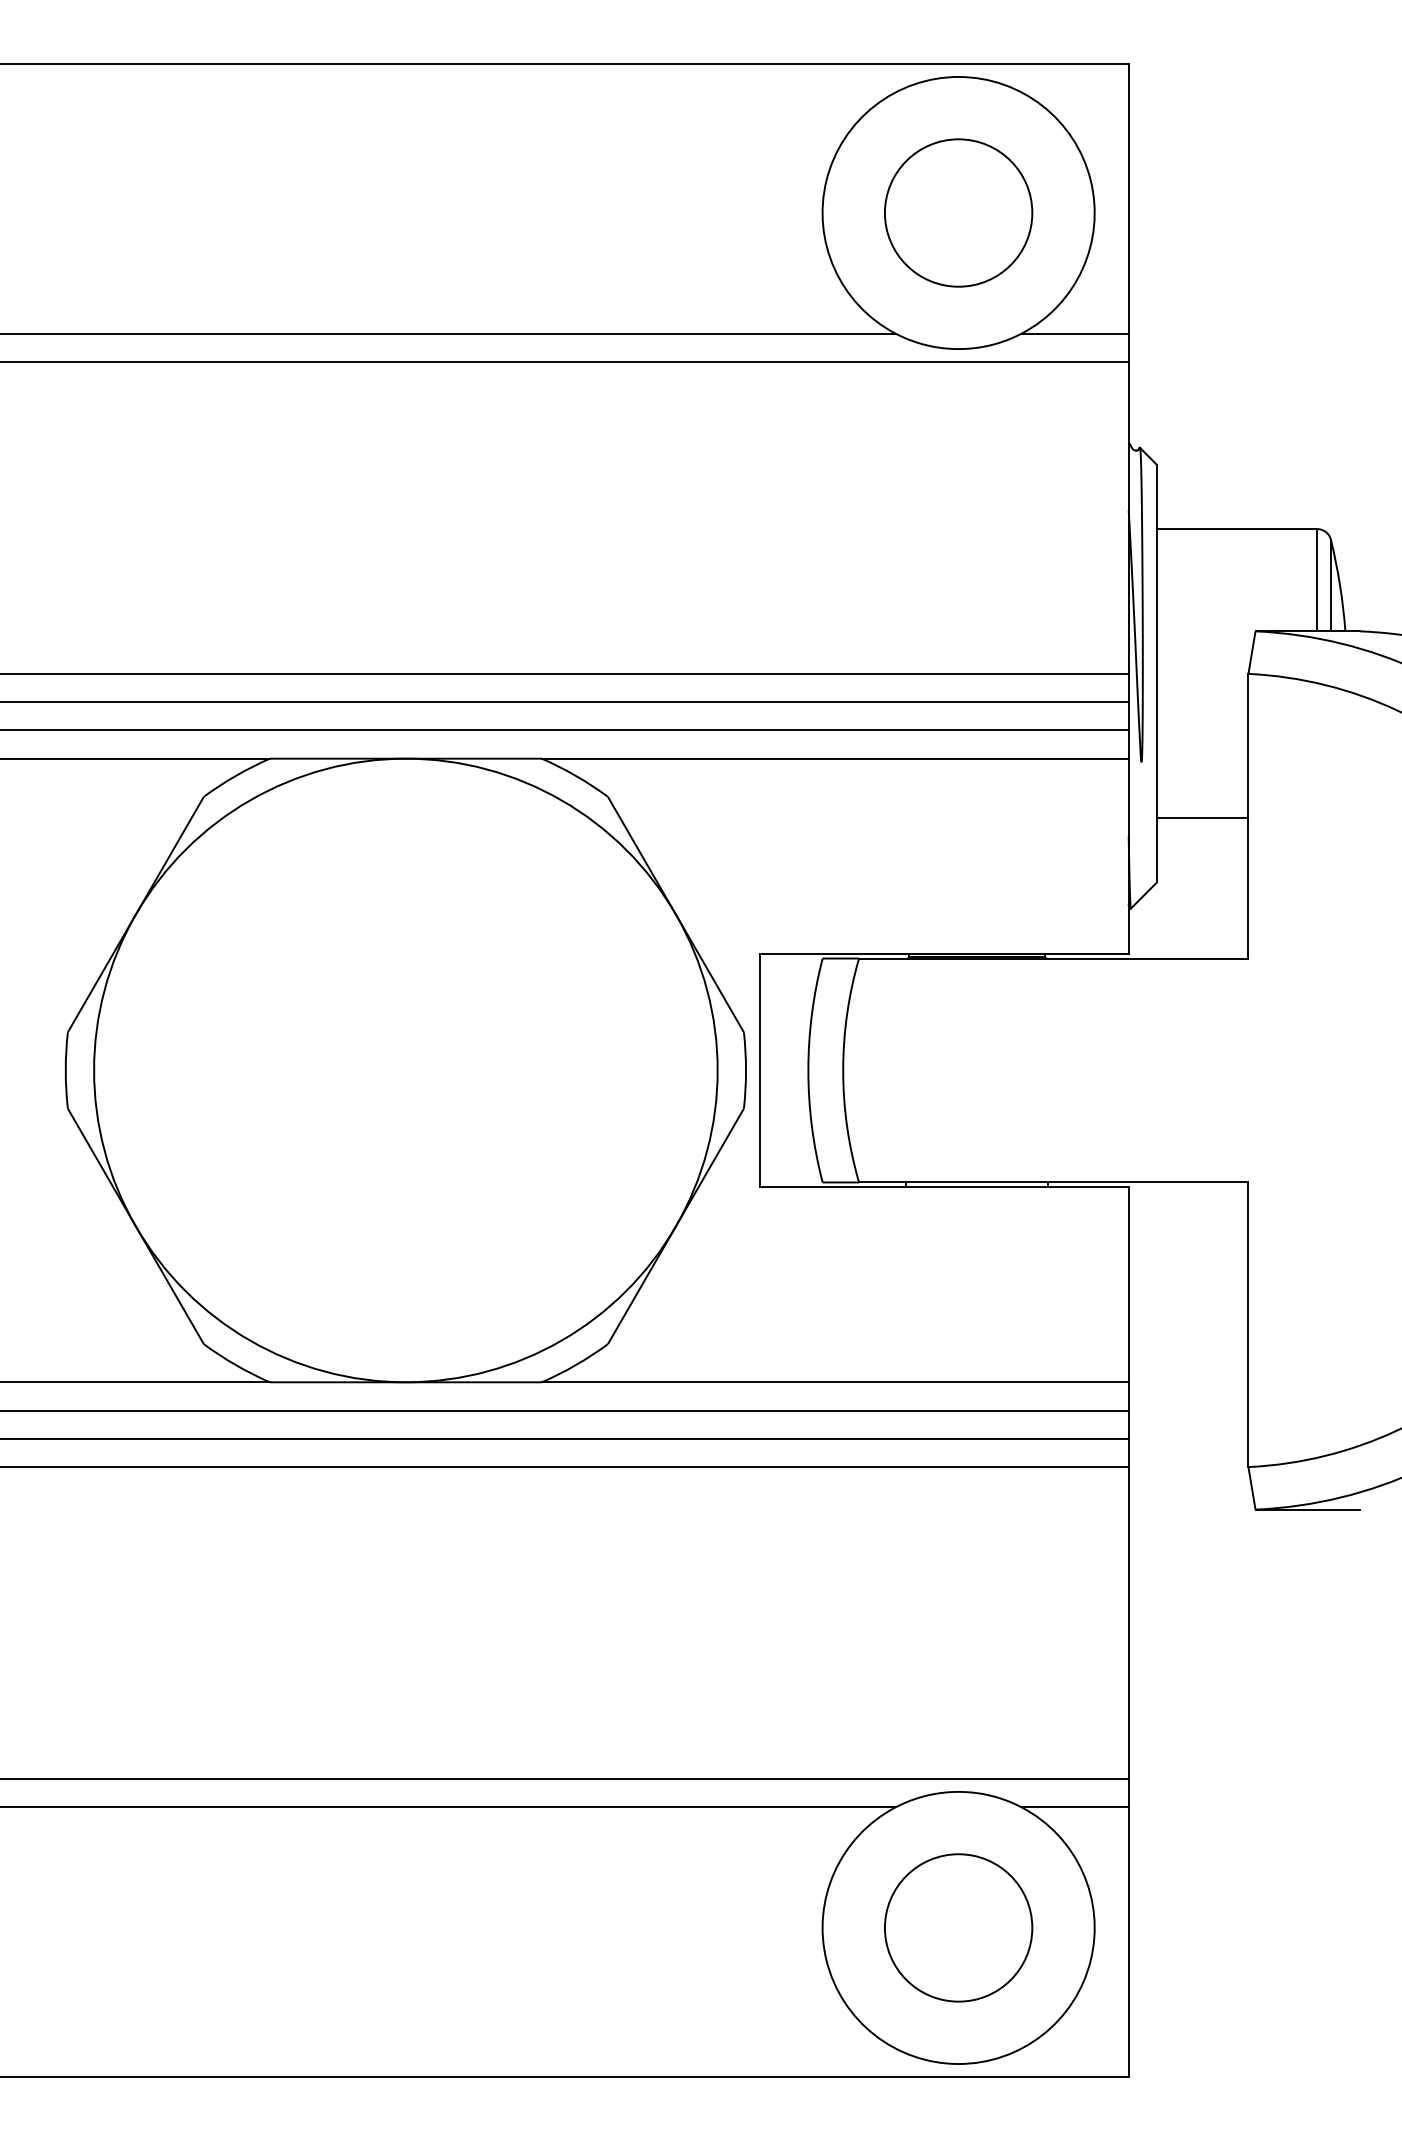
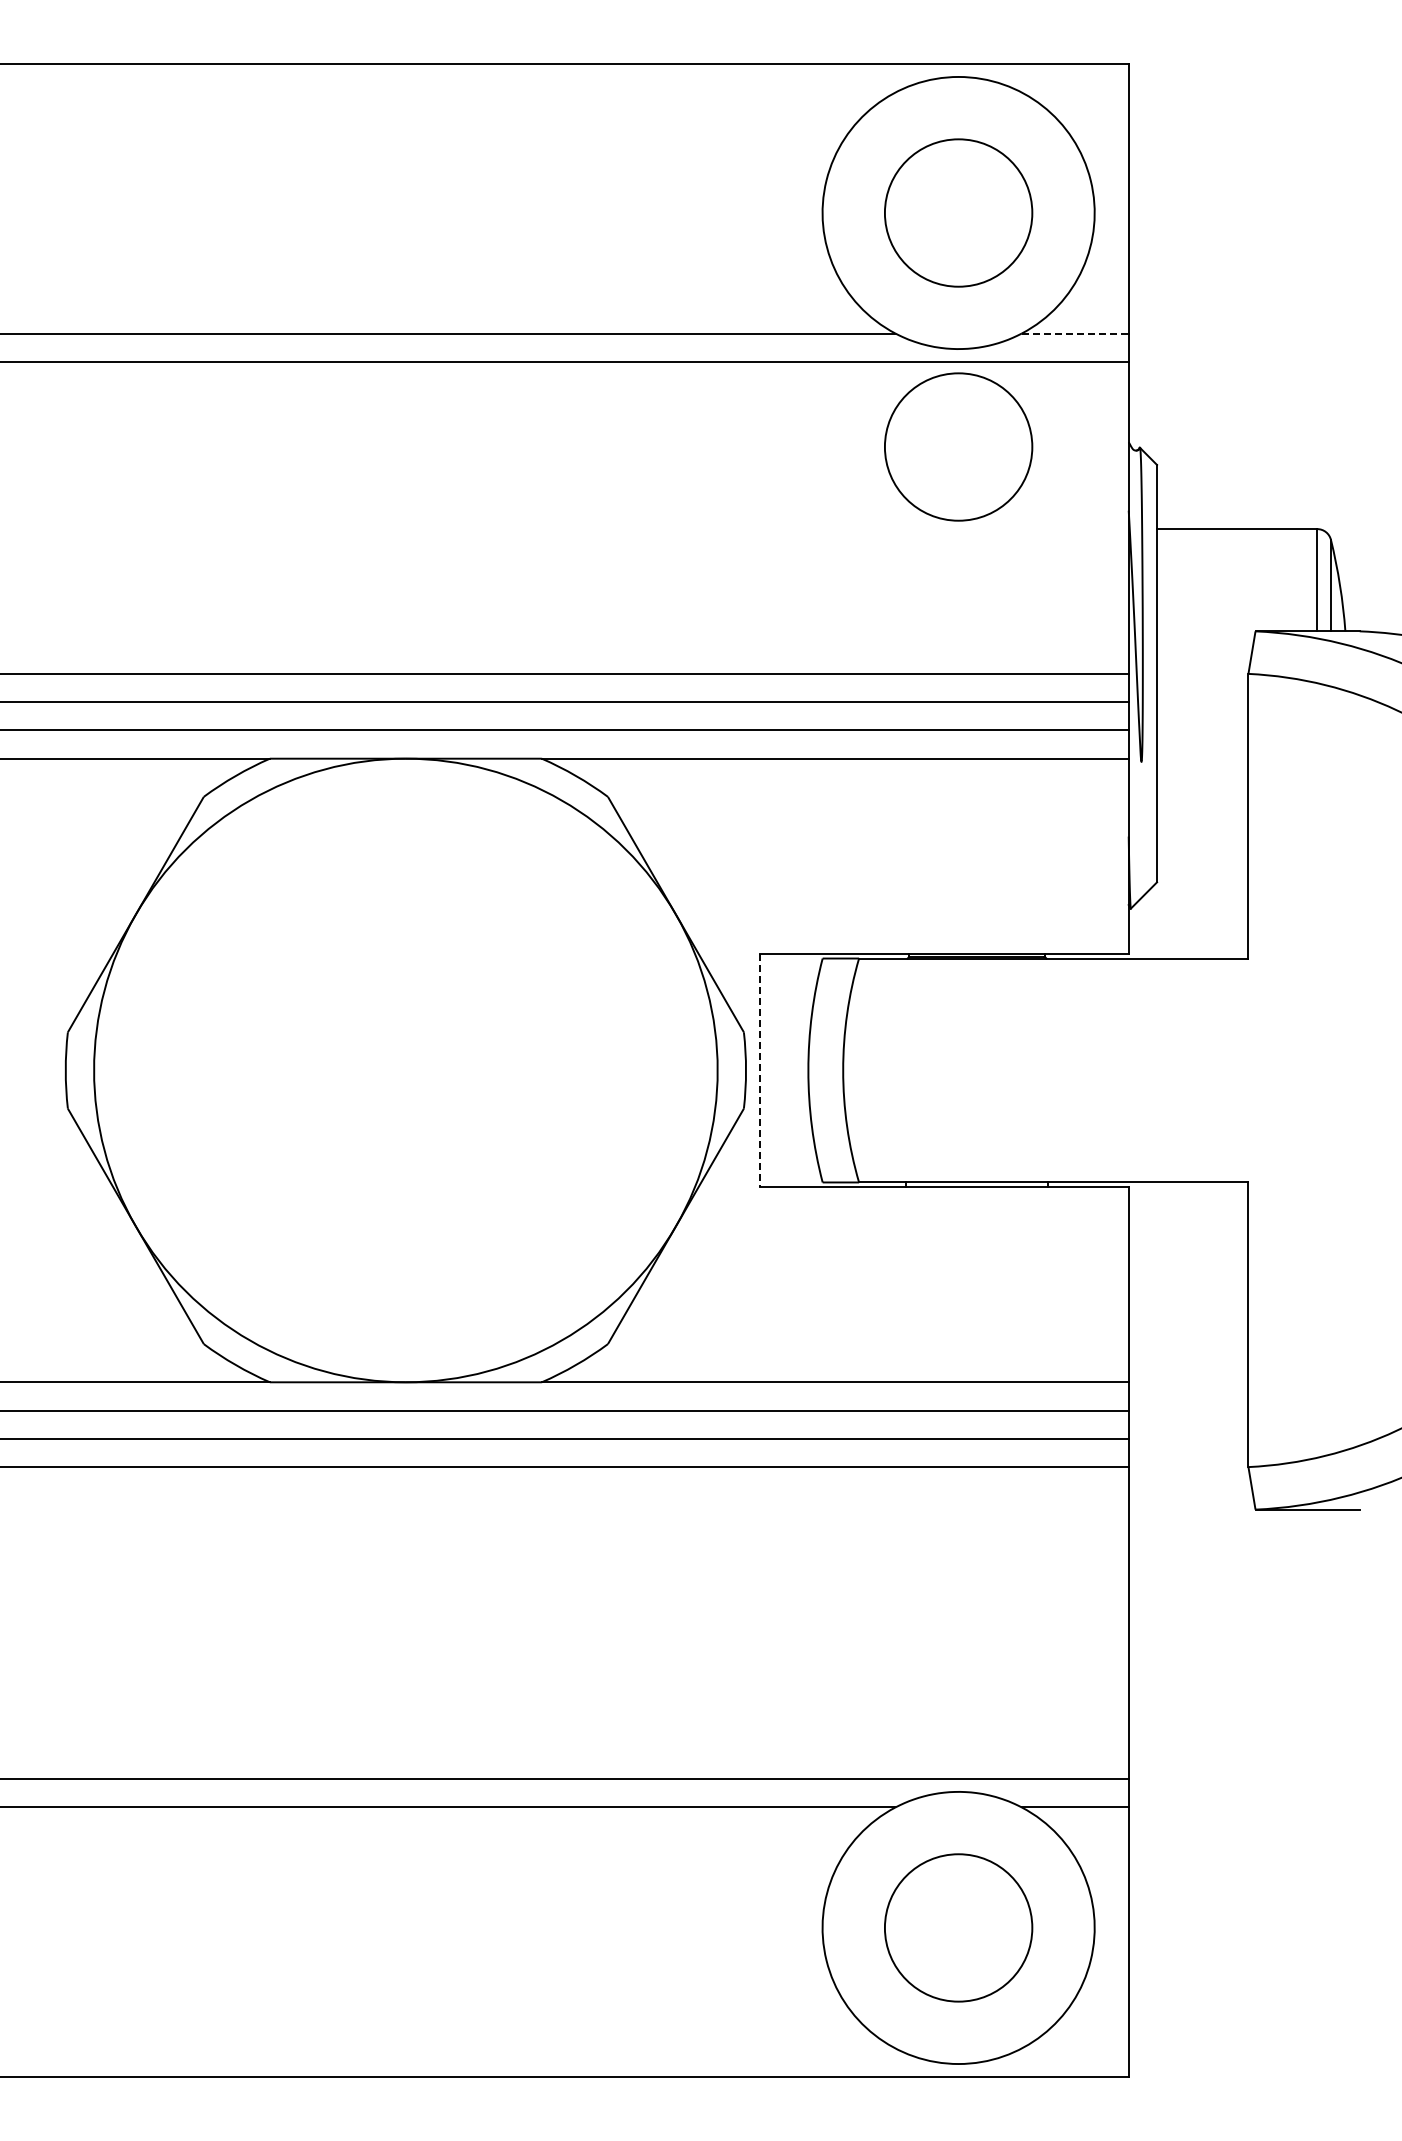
line at (1075, 333): solid -> dashed
circle at (958, 446): none -> present
line at (1202, 818): present -> none
line at (760, 1070): solid -> dashed
